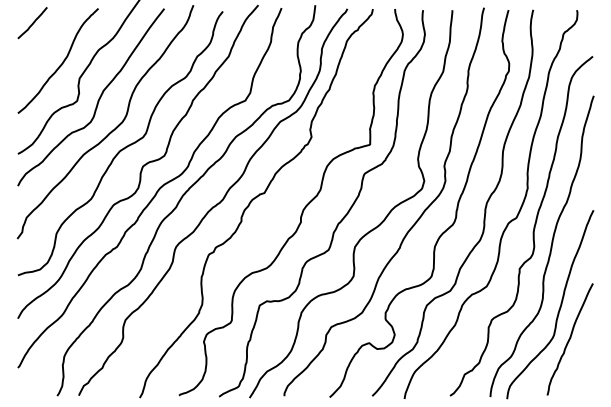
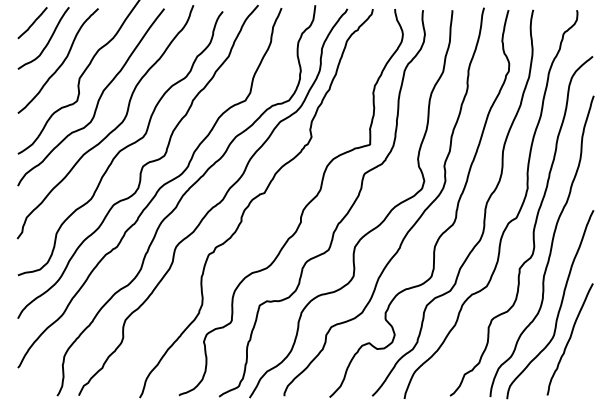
curve at (48, 40): none -> present
